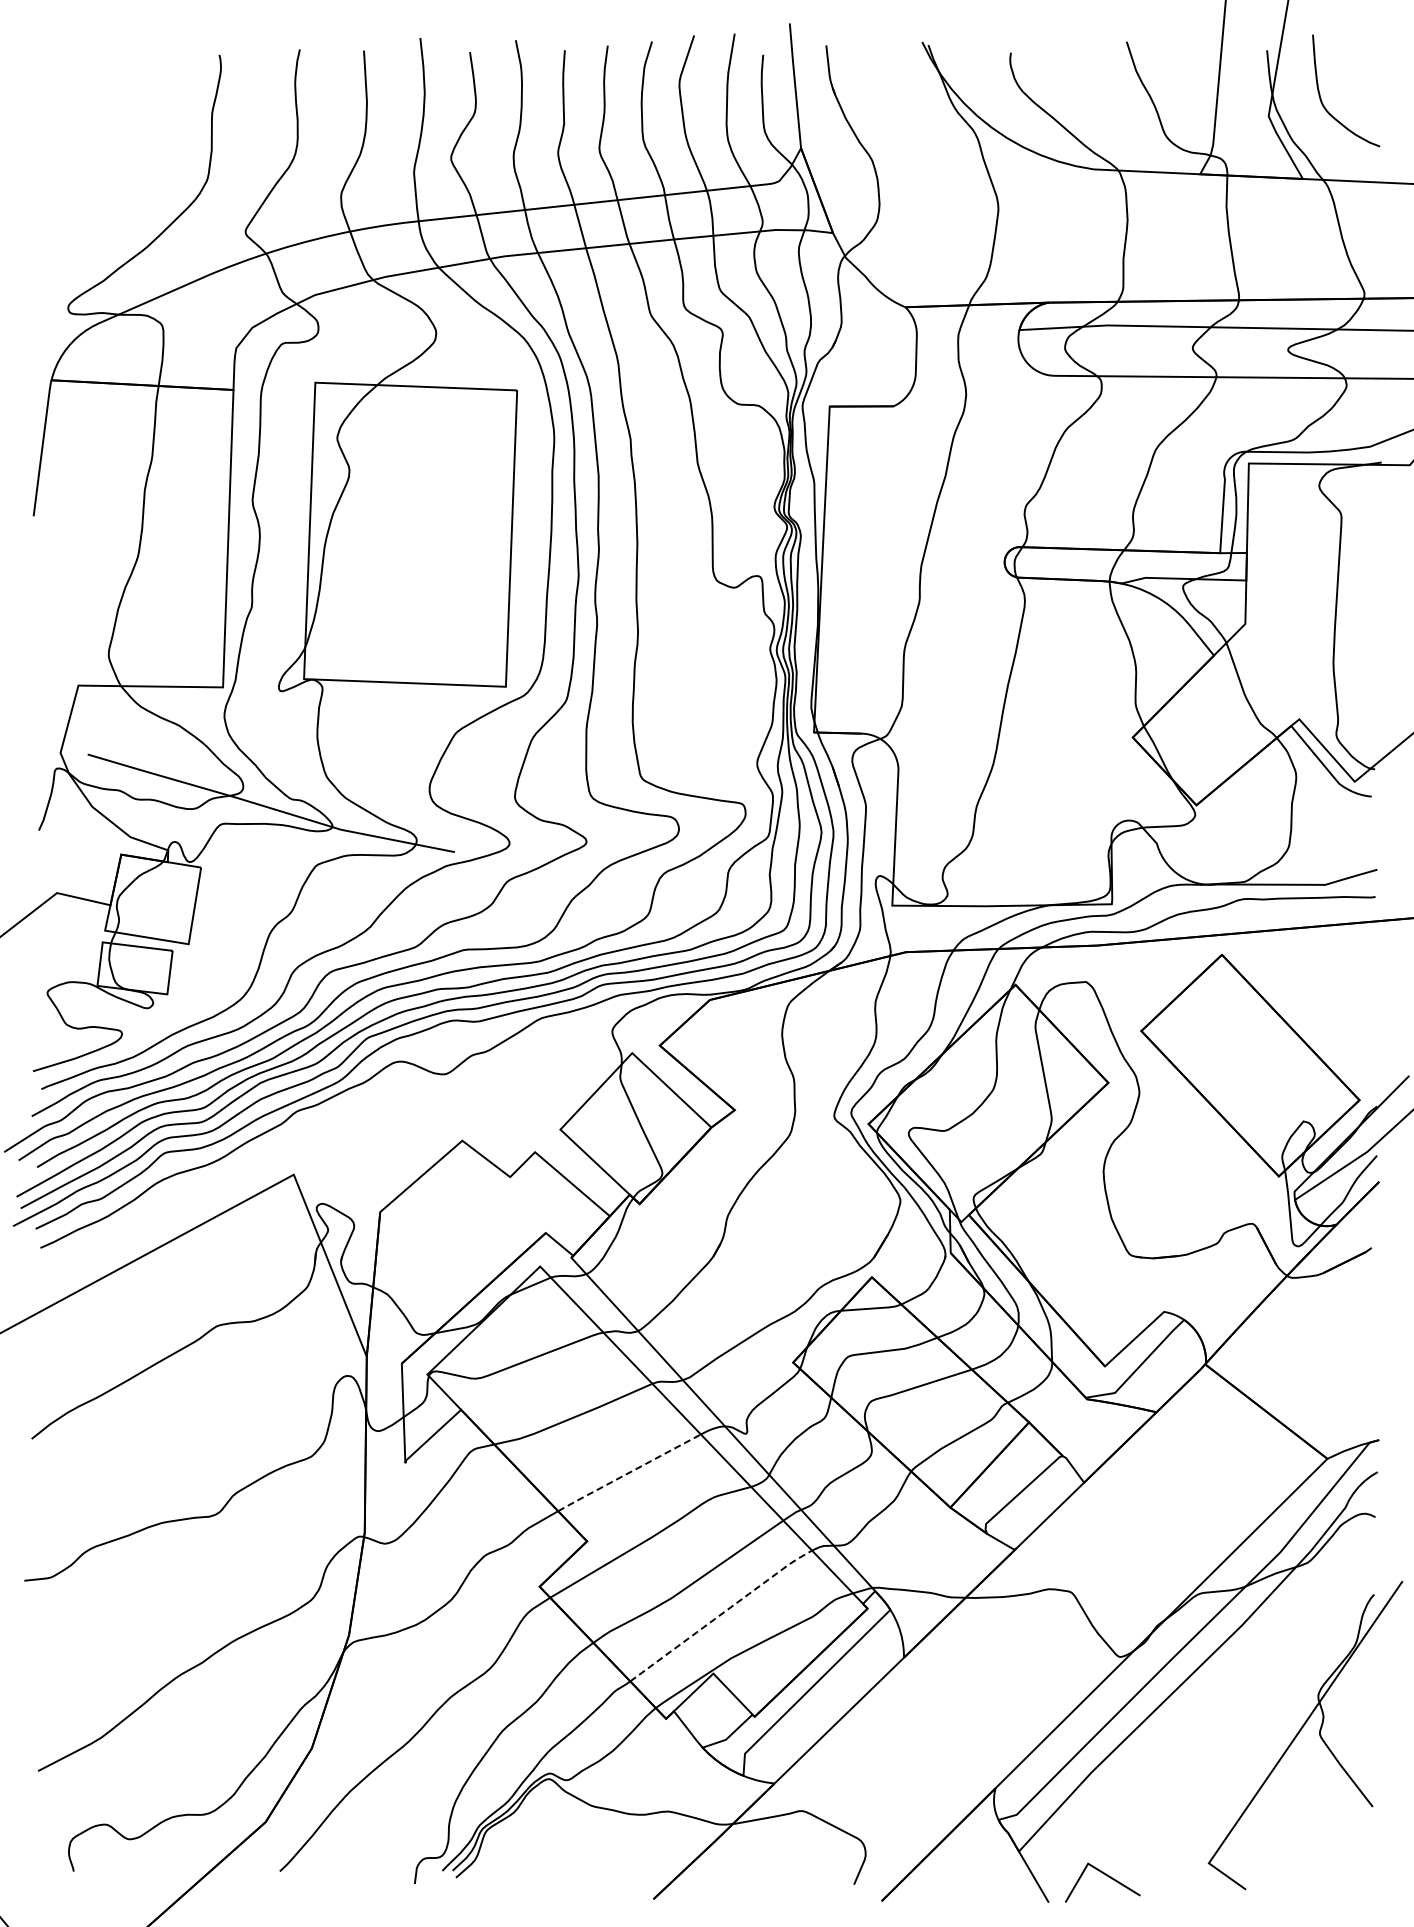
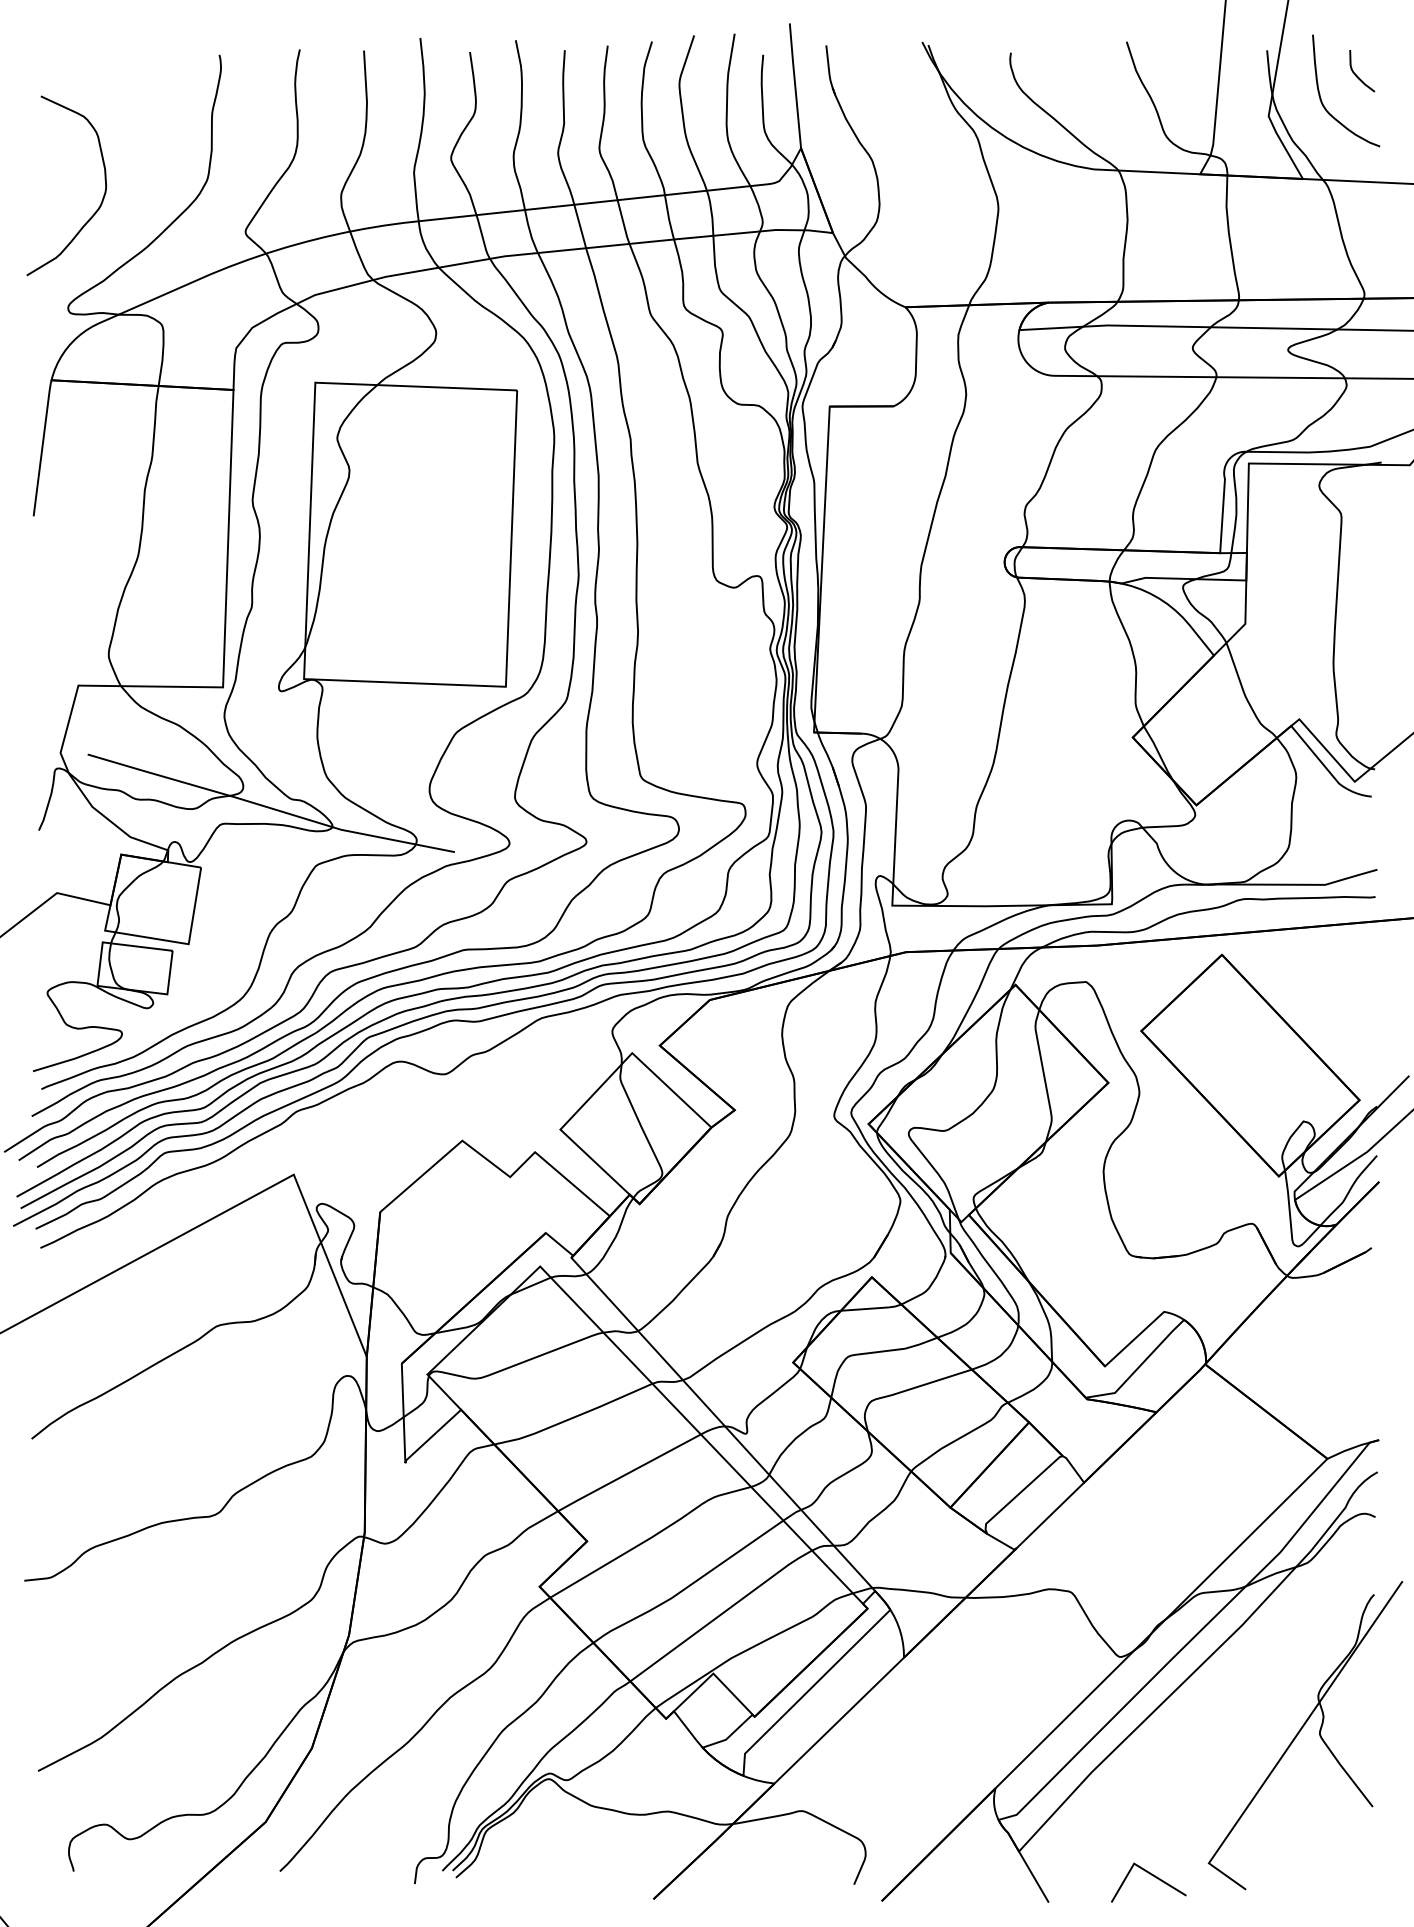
curve at (1357, 75): none -> present
curve at (102, 197): none -> present
line at (629, 1472): dashed -> solid
line at (721, 1614): dashed -> solid
line at (1105, 1875) position: (1105, 1875) -> (1151, 1875)
